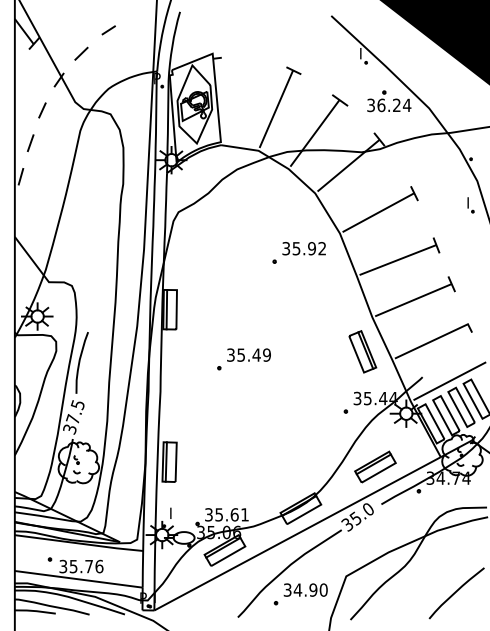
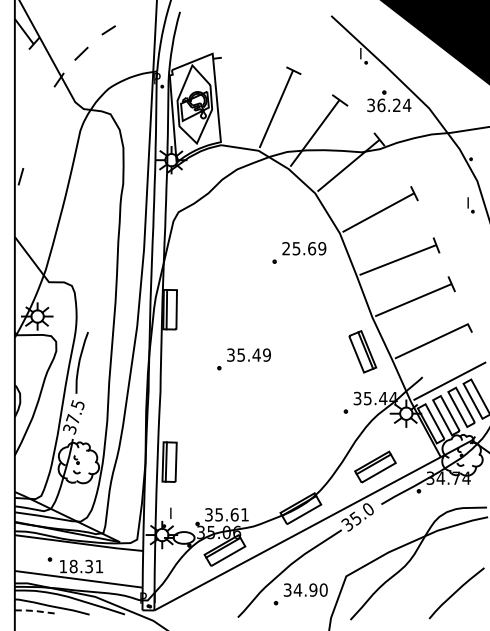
line at (42, 110): present -> none
line at (30, 142): present -> none
text at (304, 248): 35.92 -> 25.69
text at (81, 566): 35.76 -> 18.31
line at (35, 611): solid -> dashed
